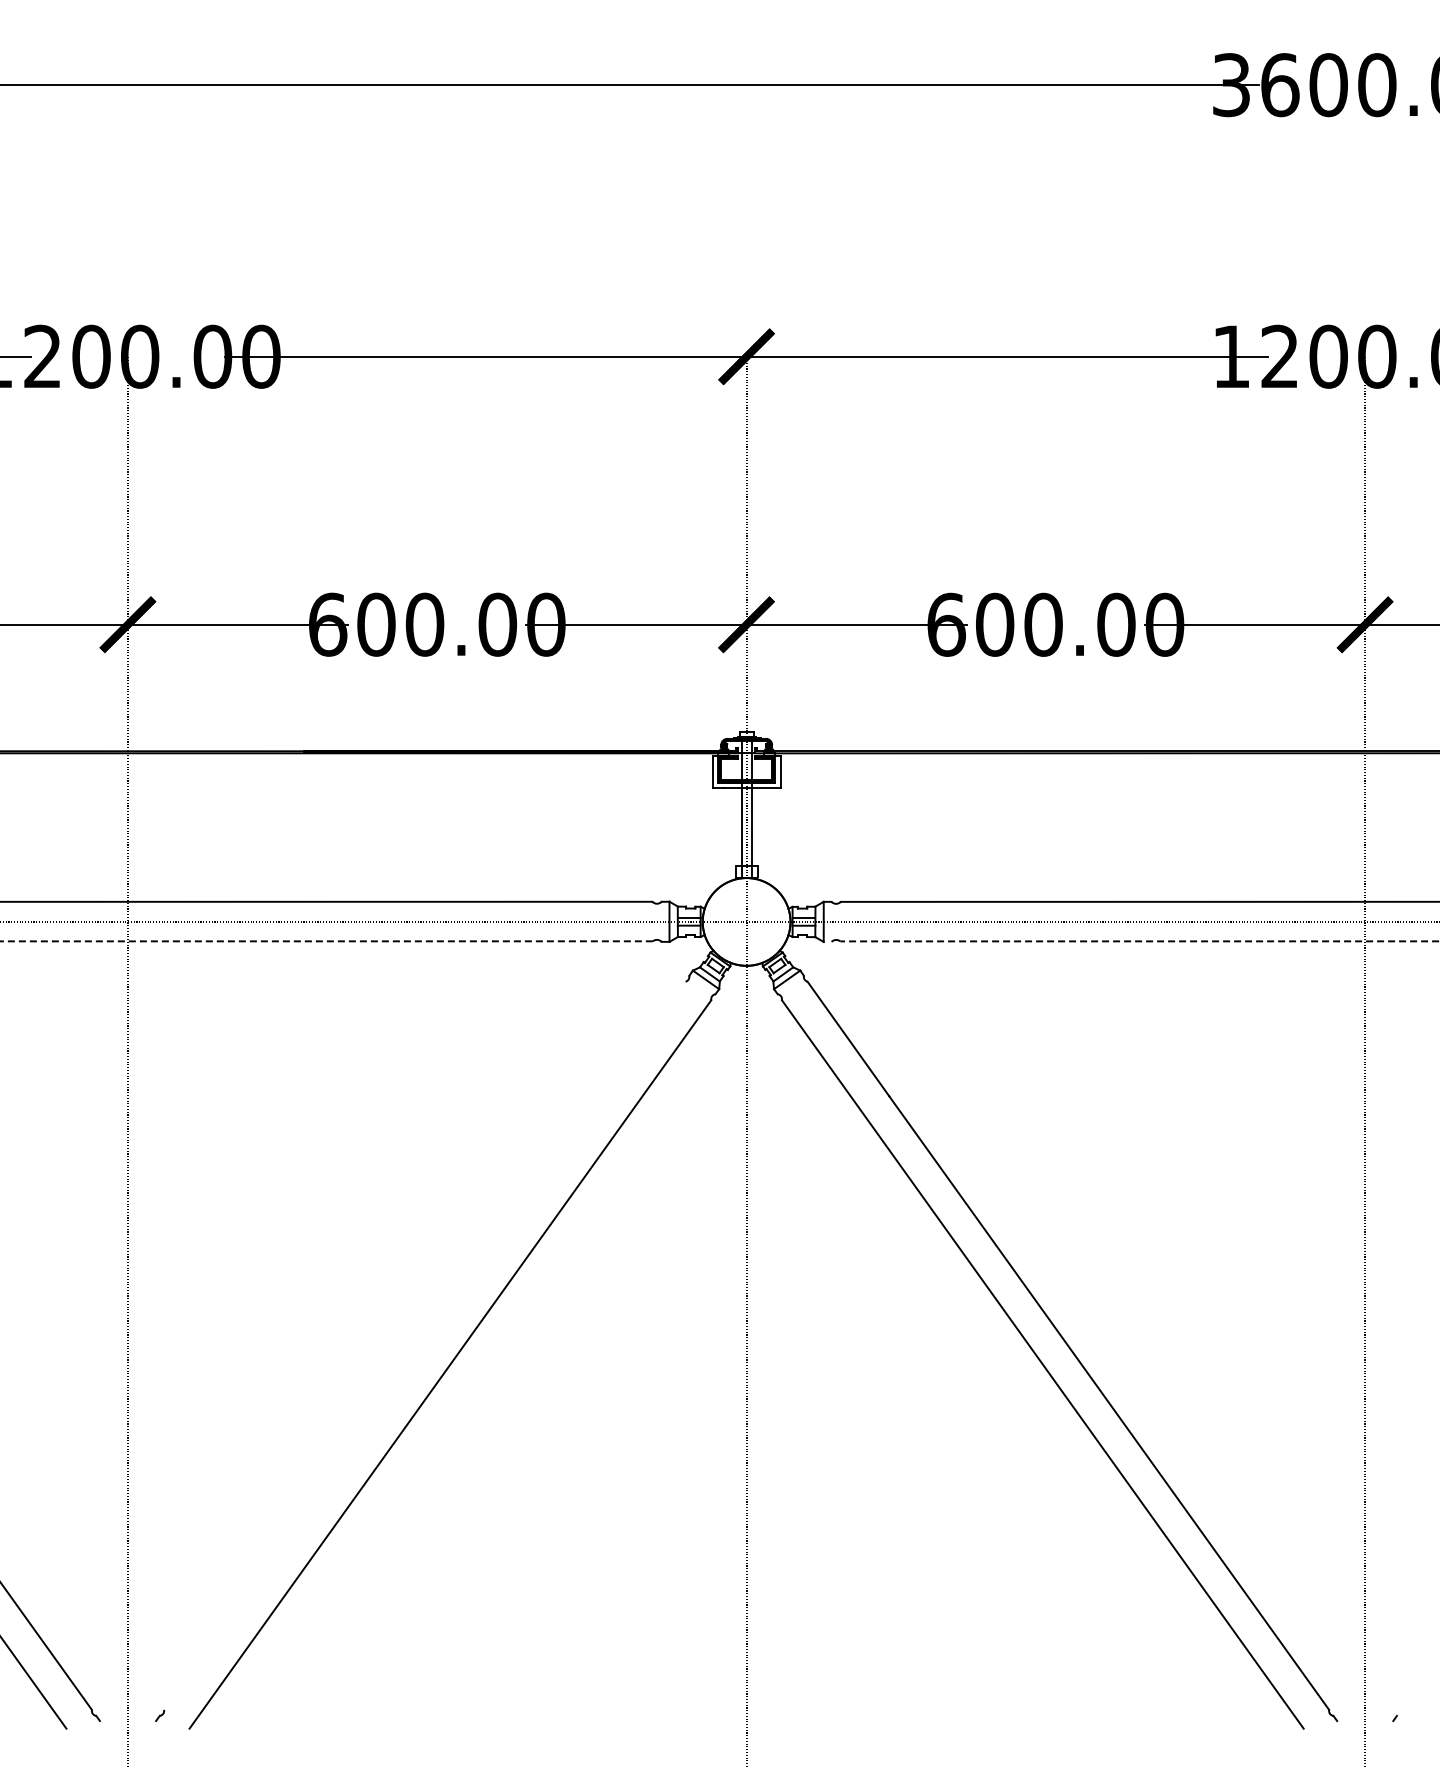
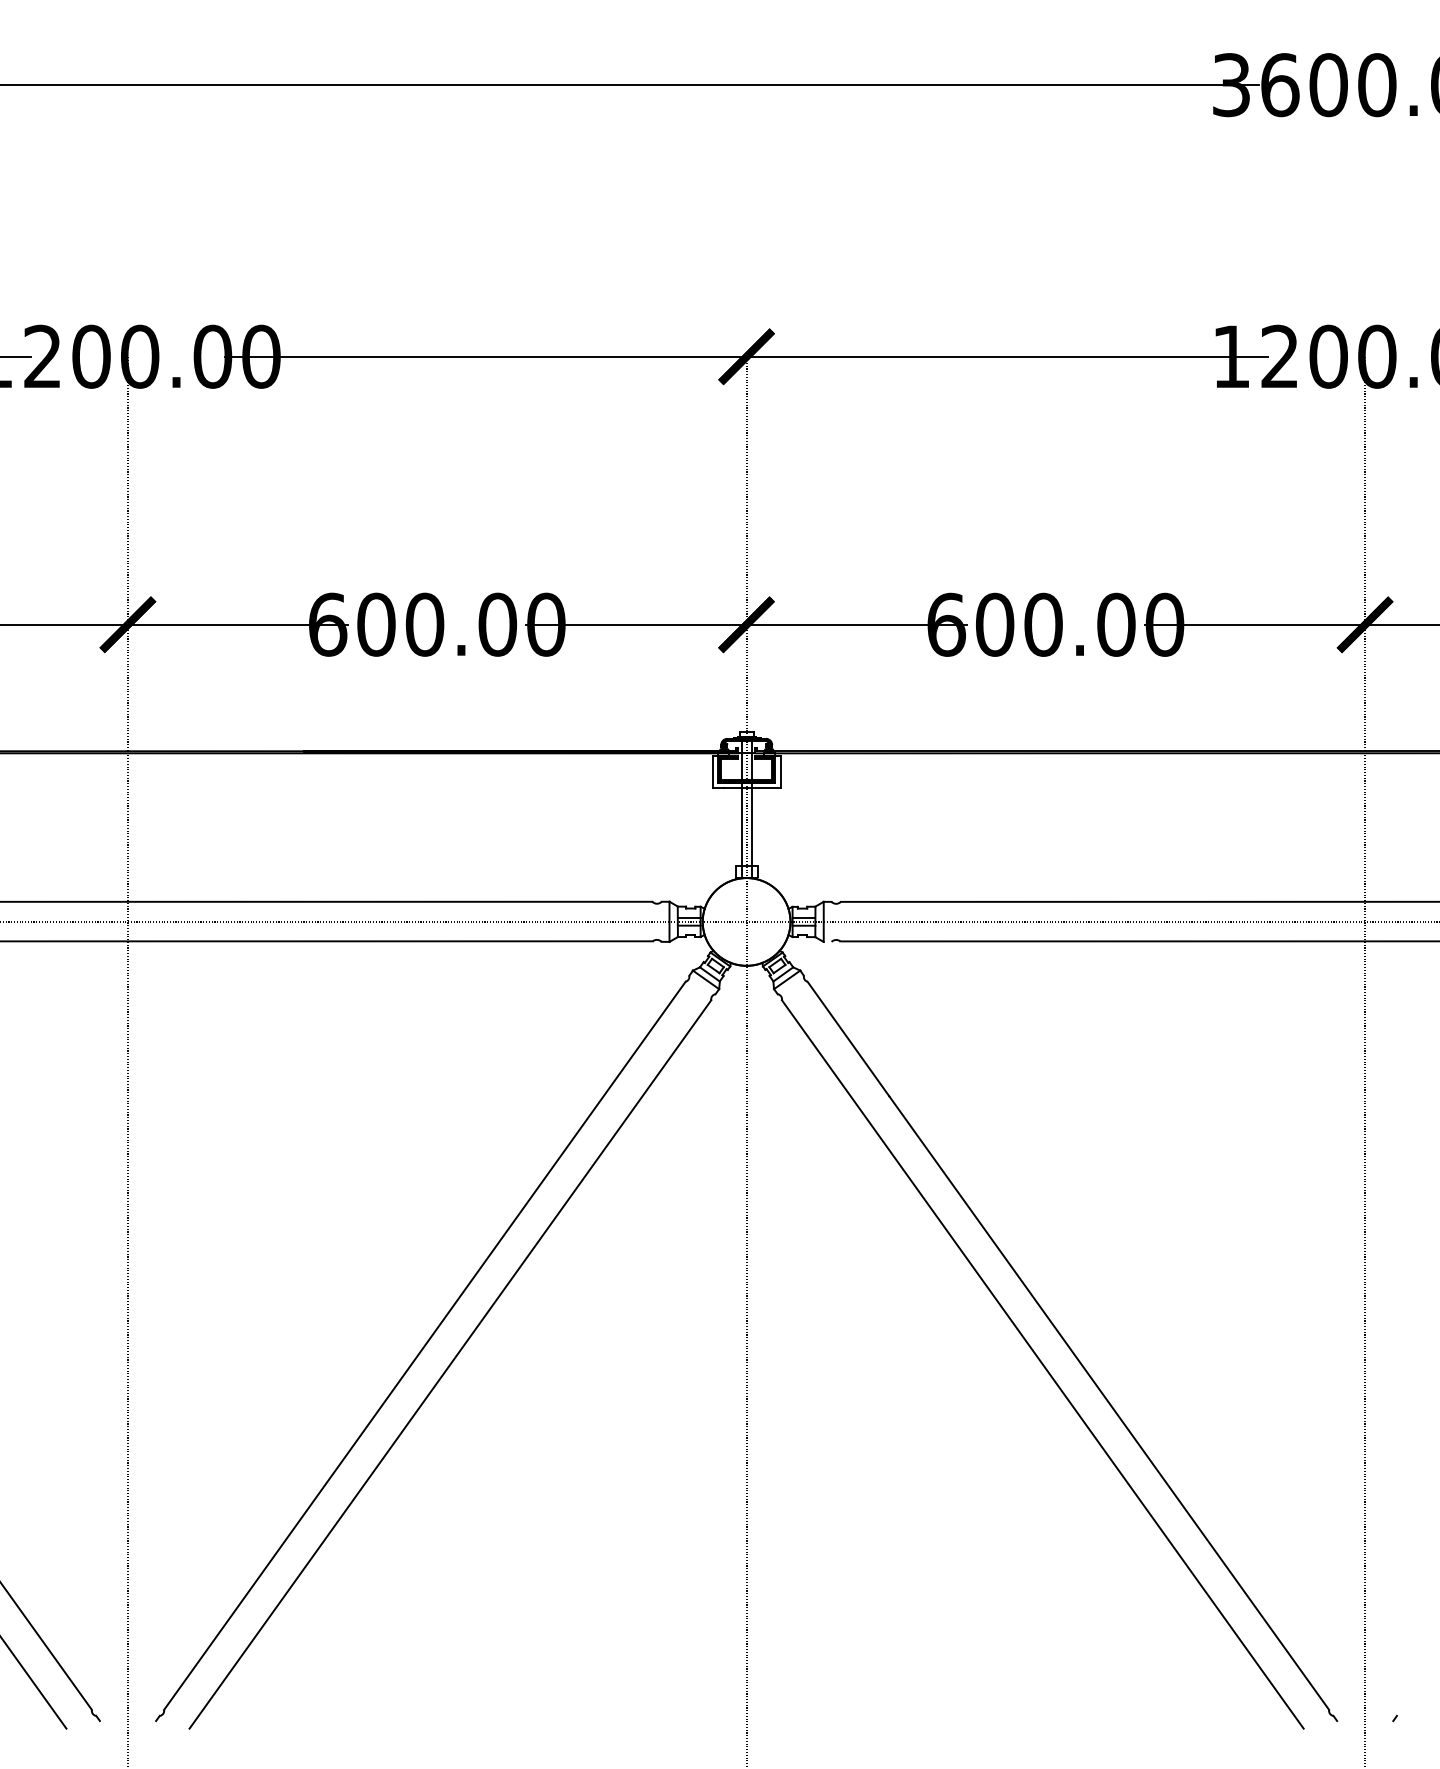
line at (325, 941): dashed -> solid
line at (1139, 941): dashed -> solid
line at (424, 1345): none -> present
